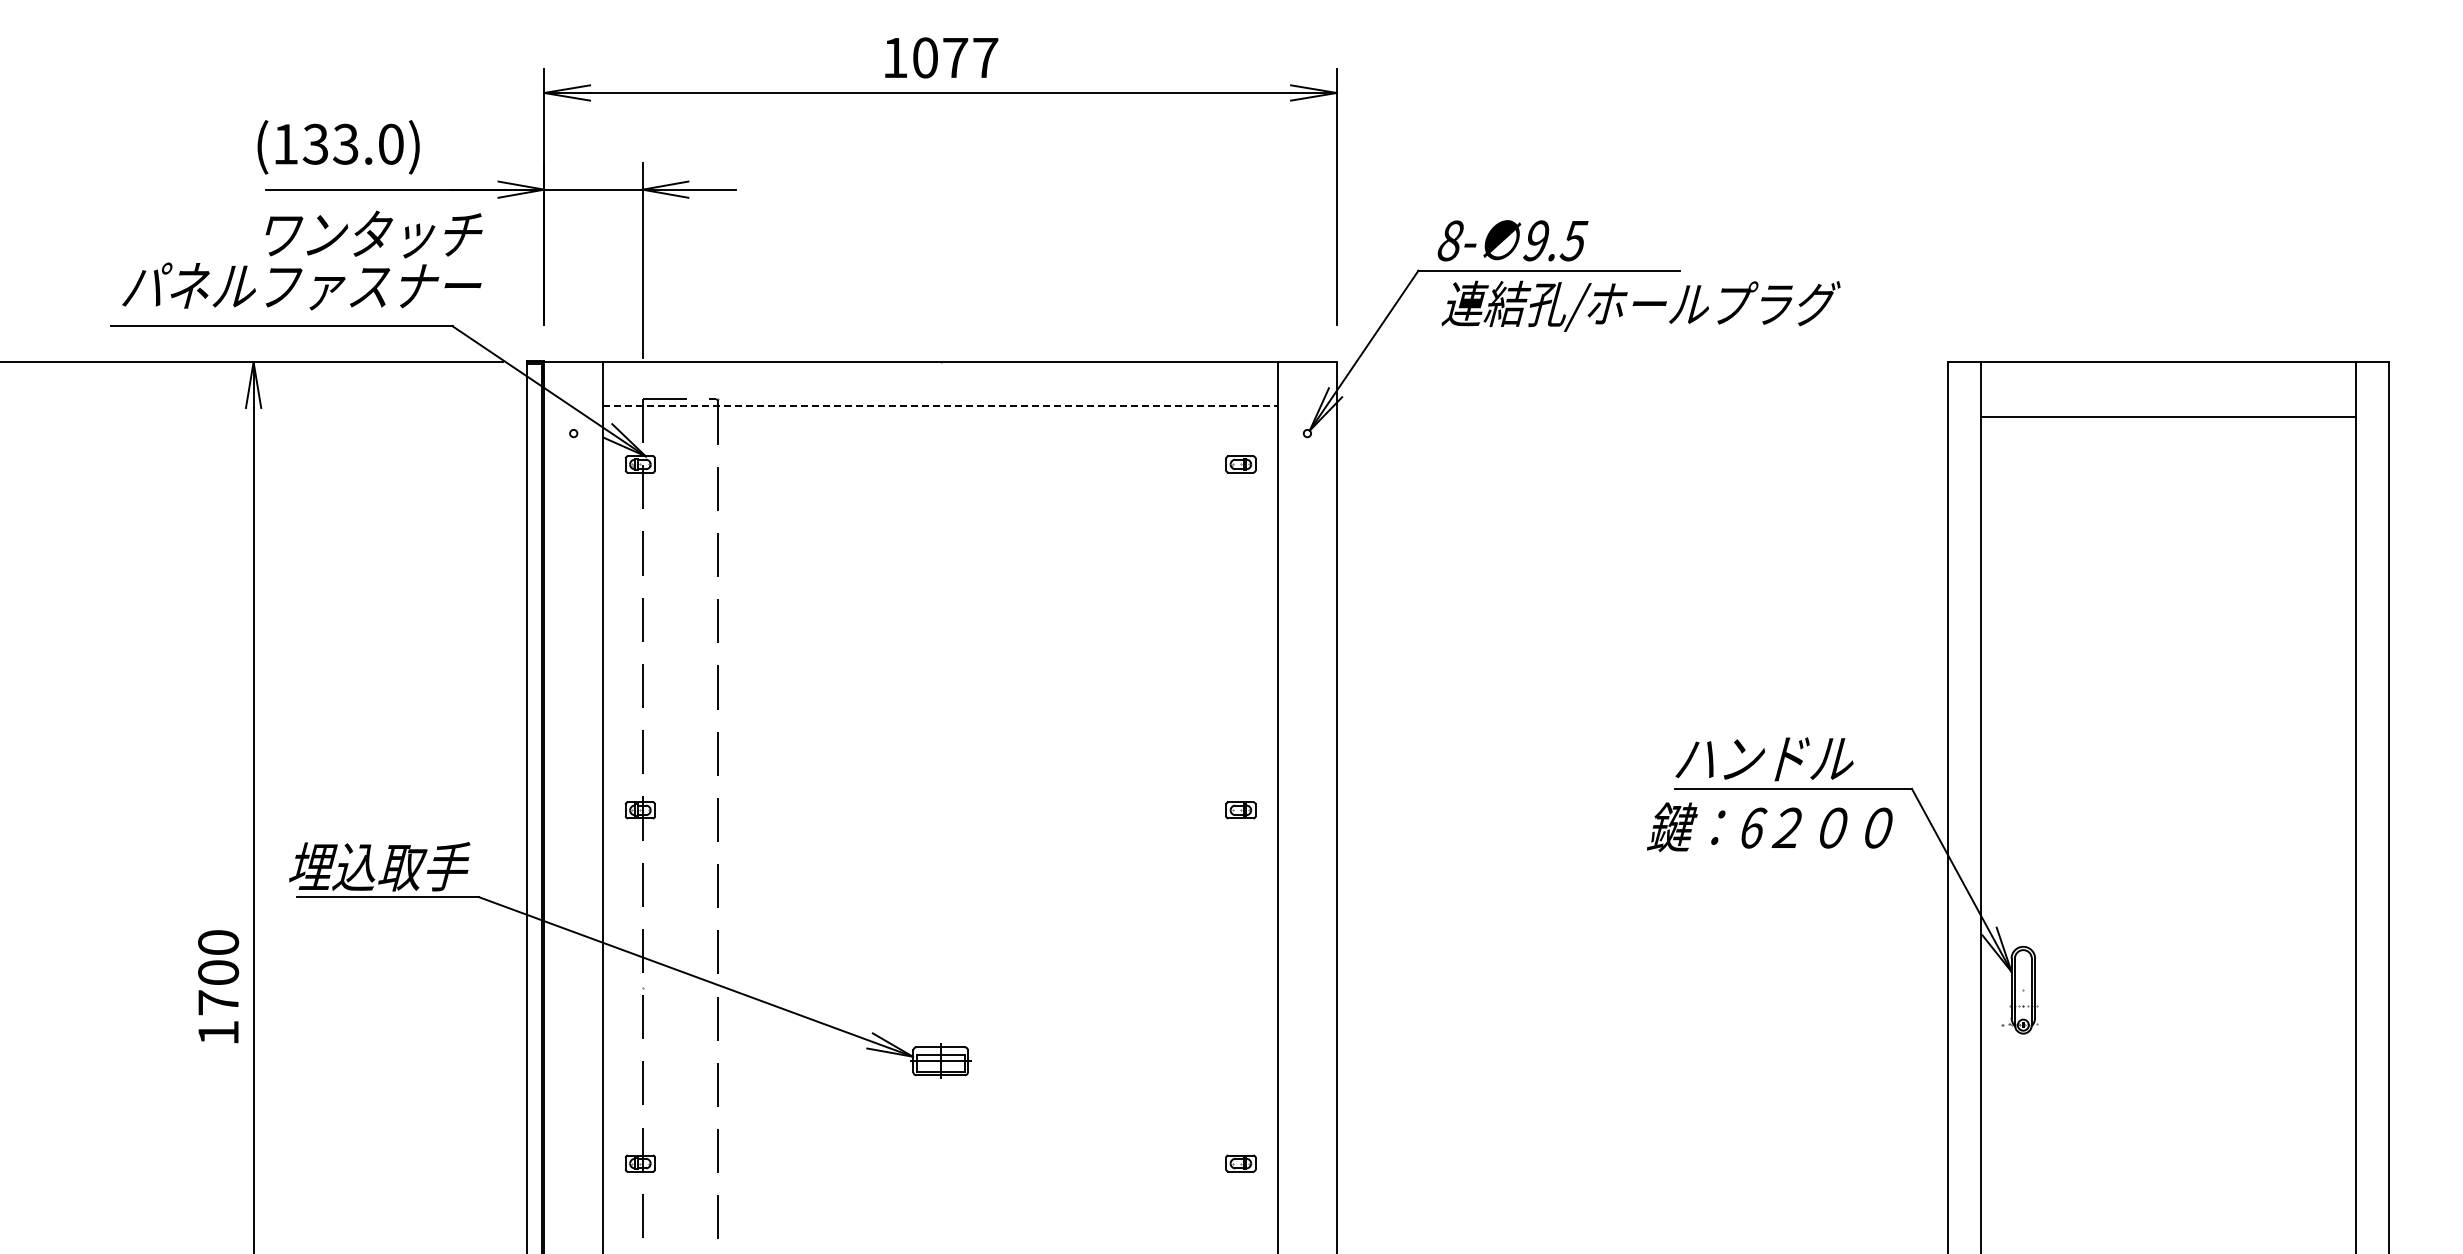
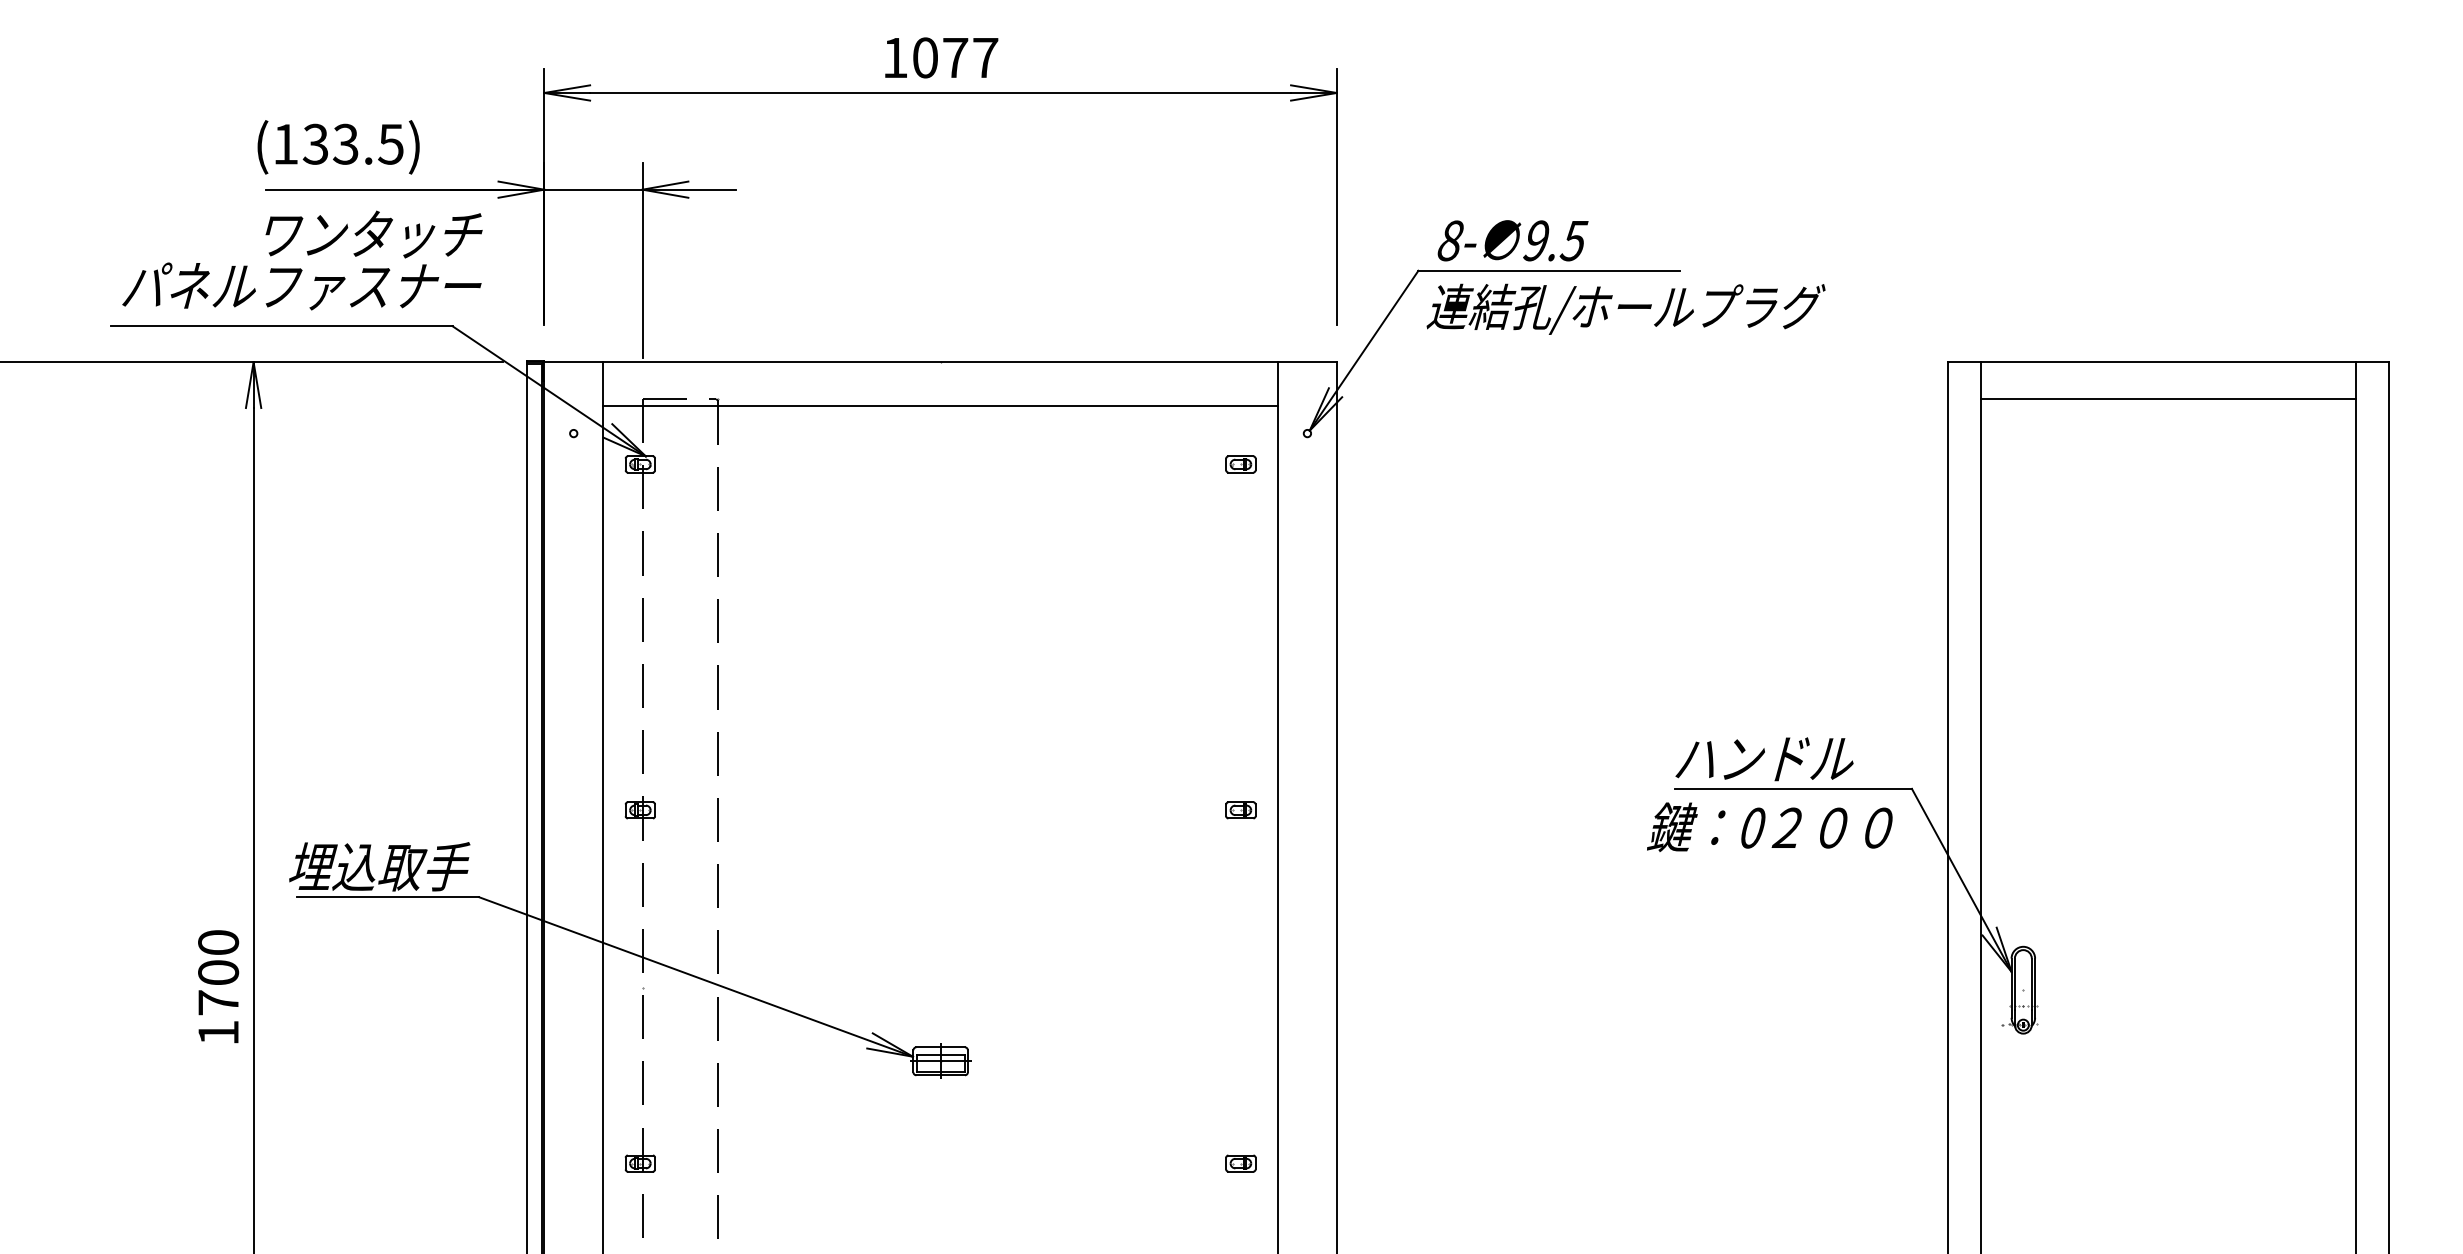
text at (390, 143): (133.0) -> (133.5)
text at (1640, 305) position: (1640, 305) -> (1625, 308)
line at (941, 406): dashed -> solid
line at (2167, 416) position: (2167, 416) -> (2167, 398)
text at (1754, 827): 6 -> 0
